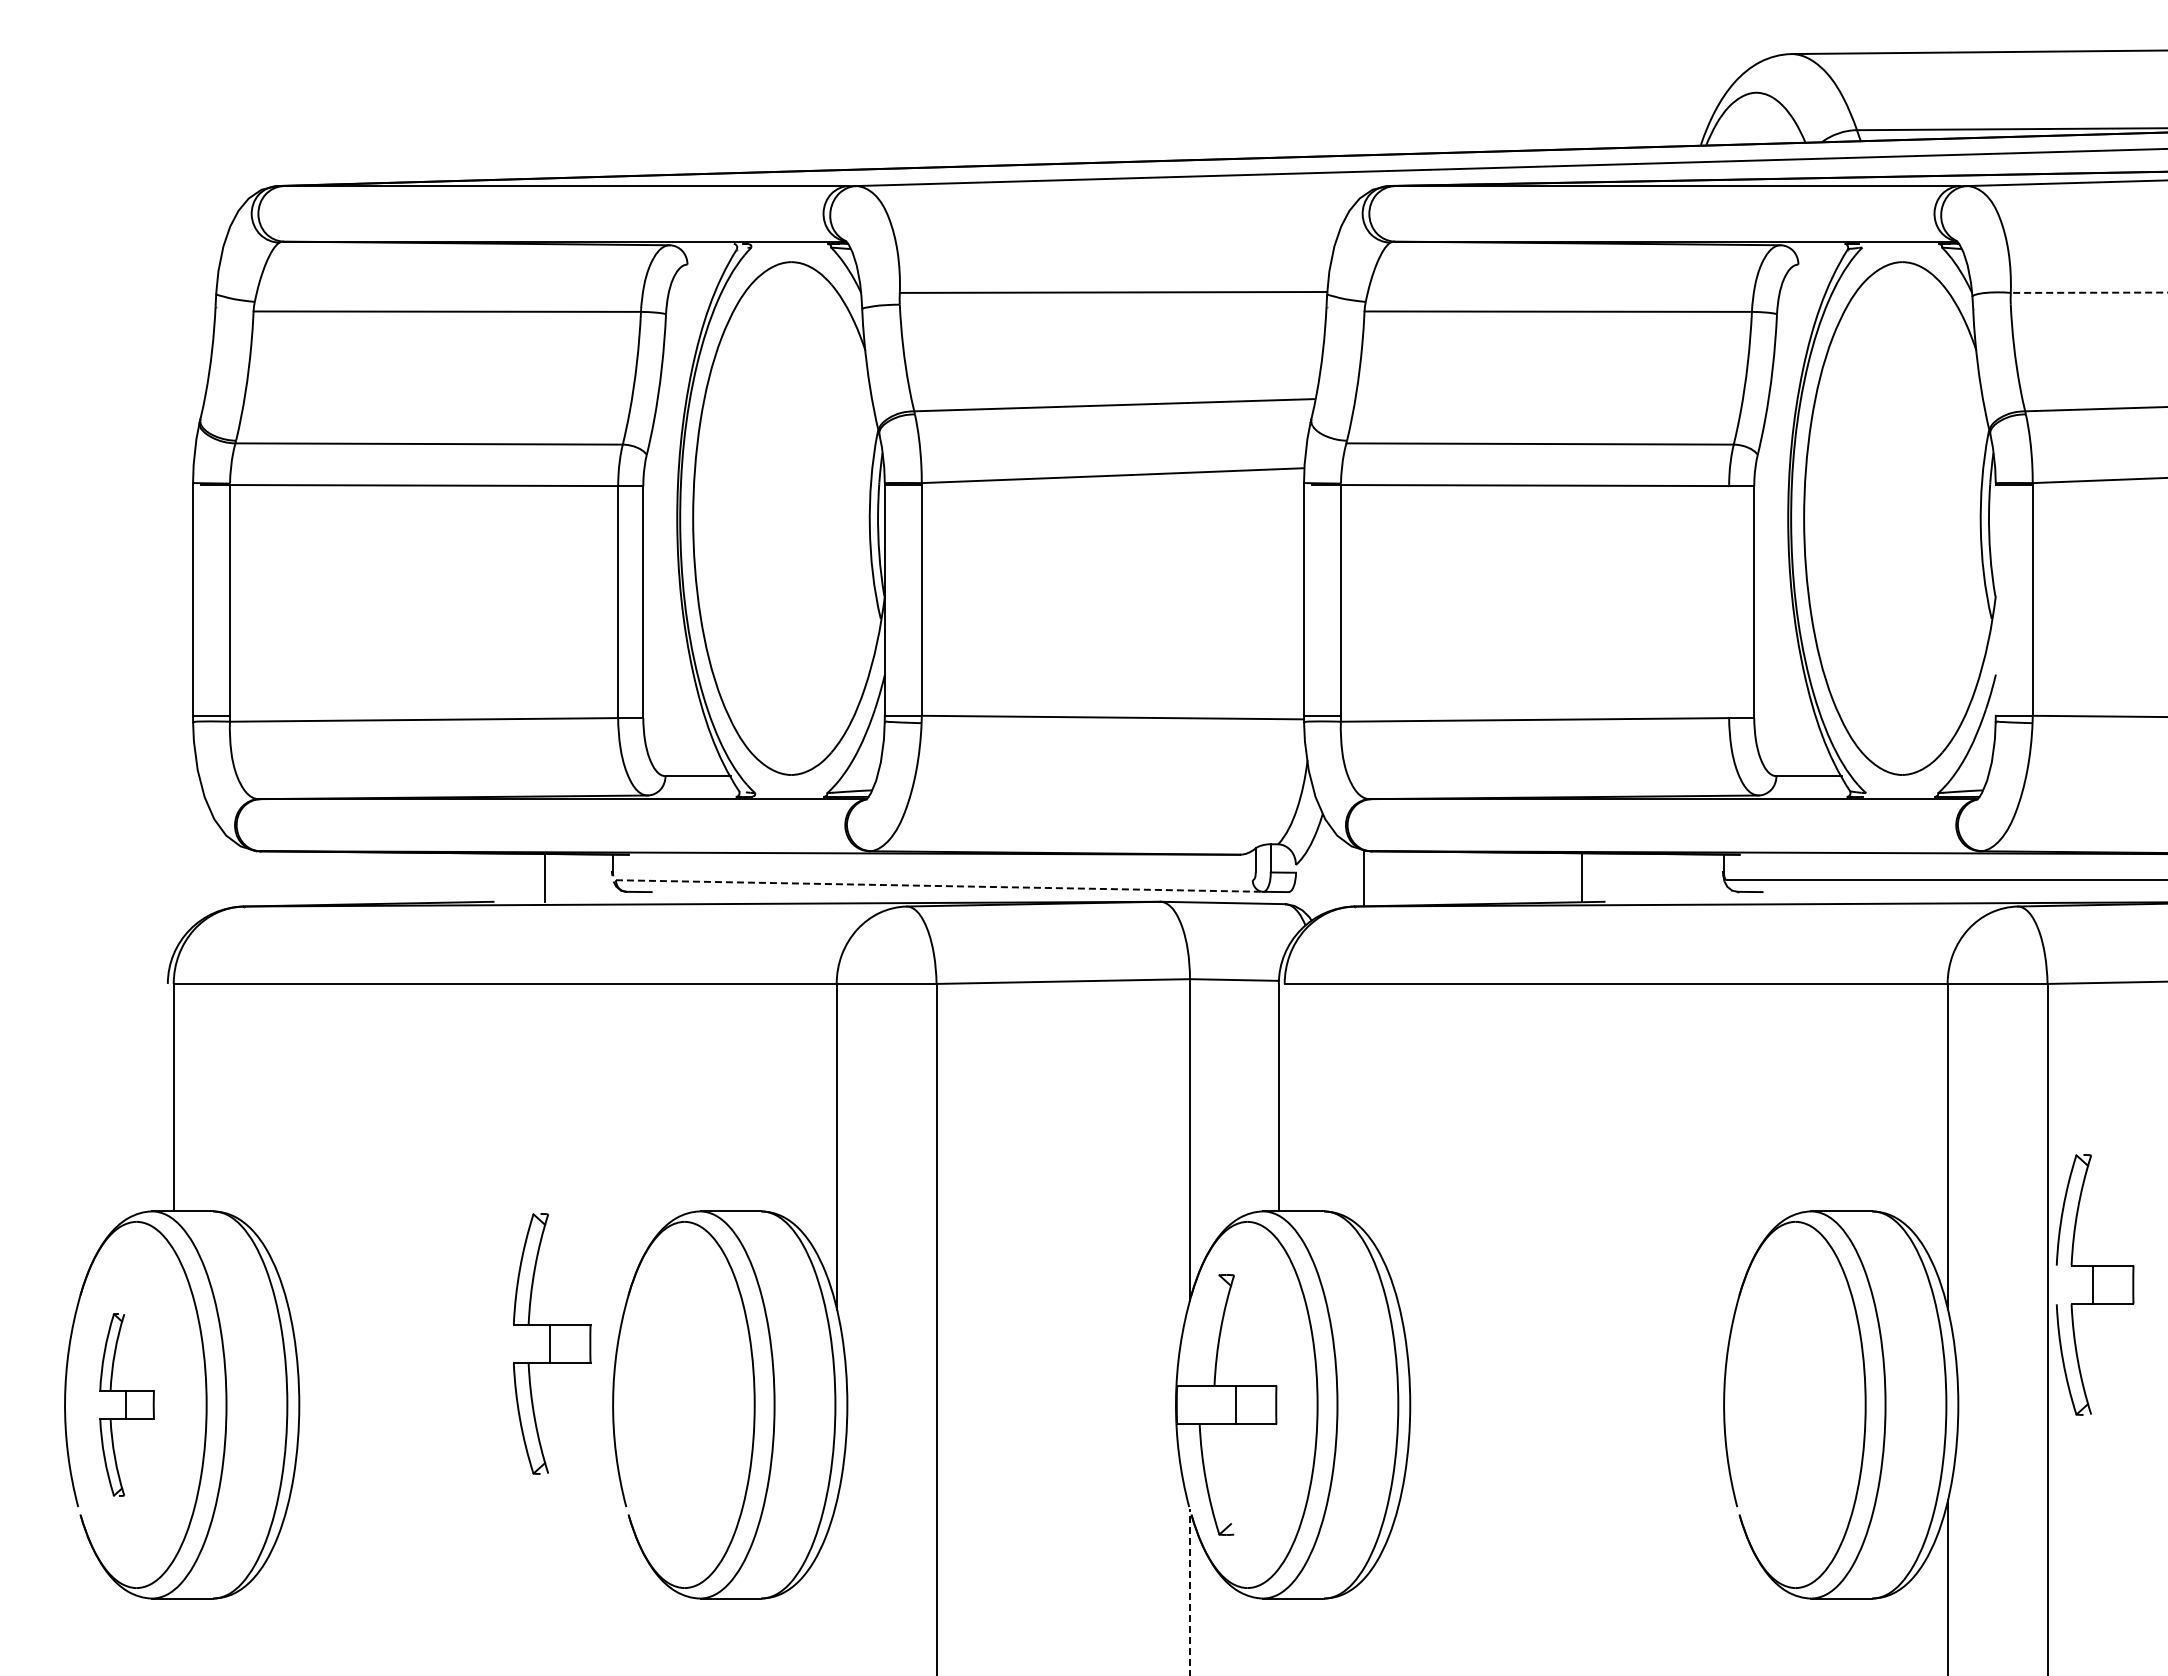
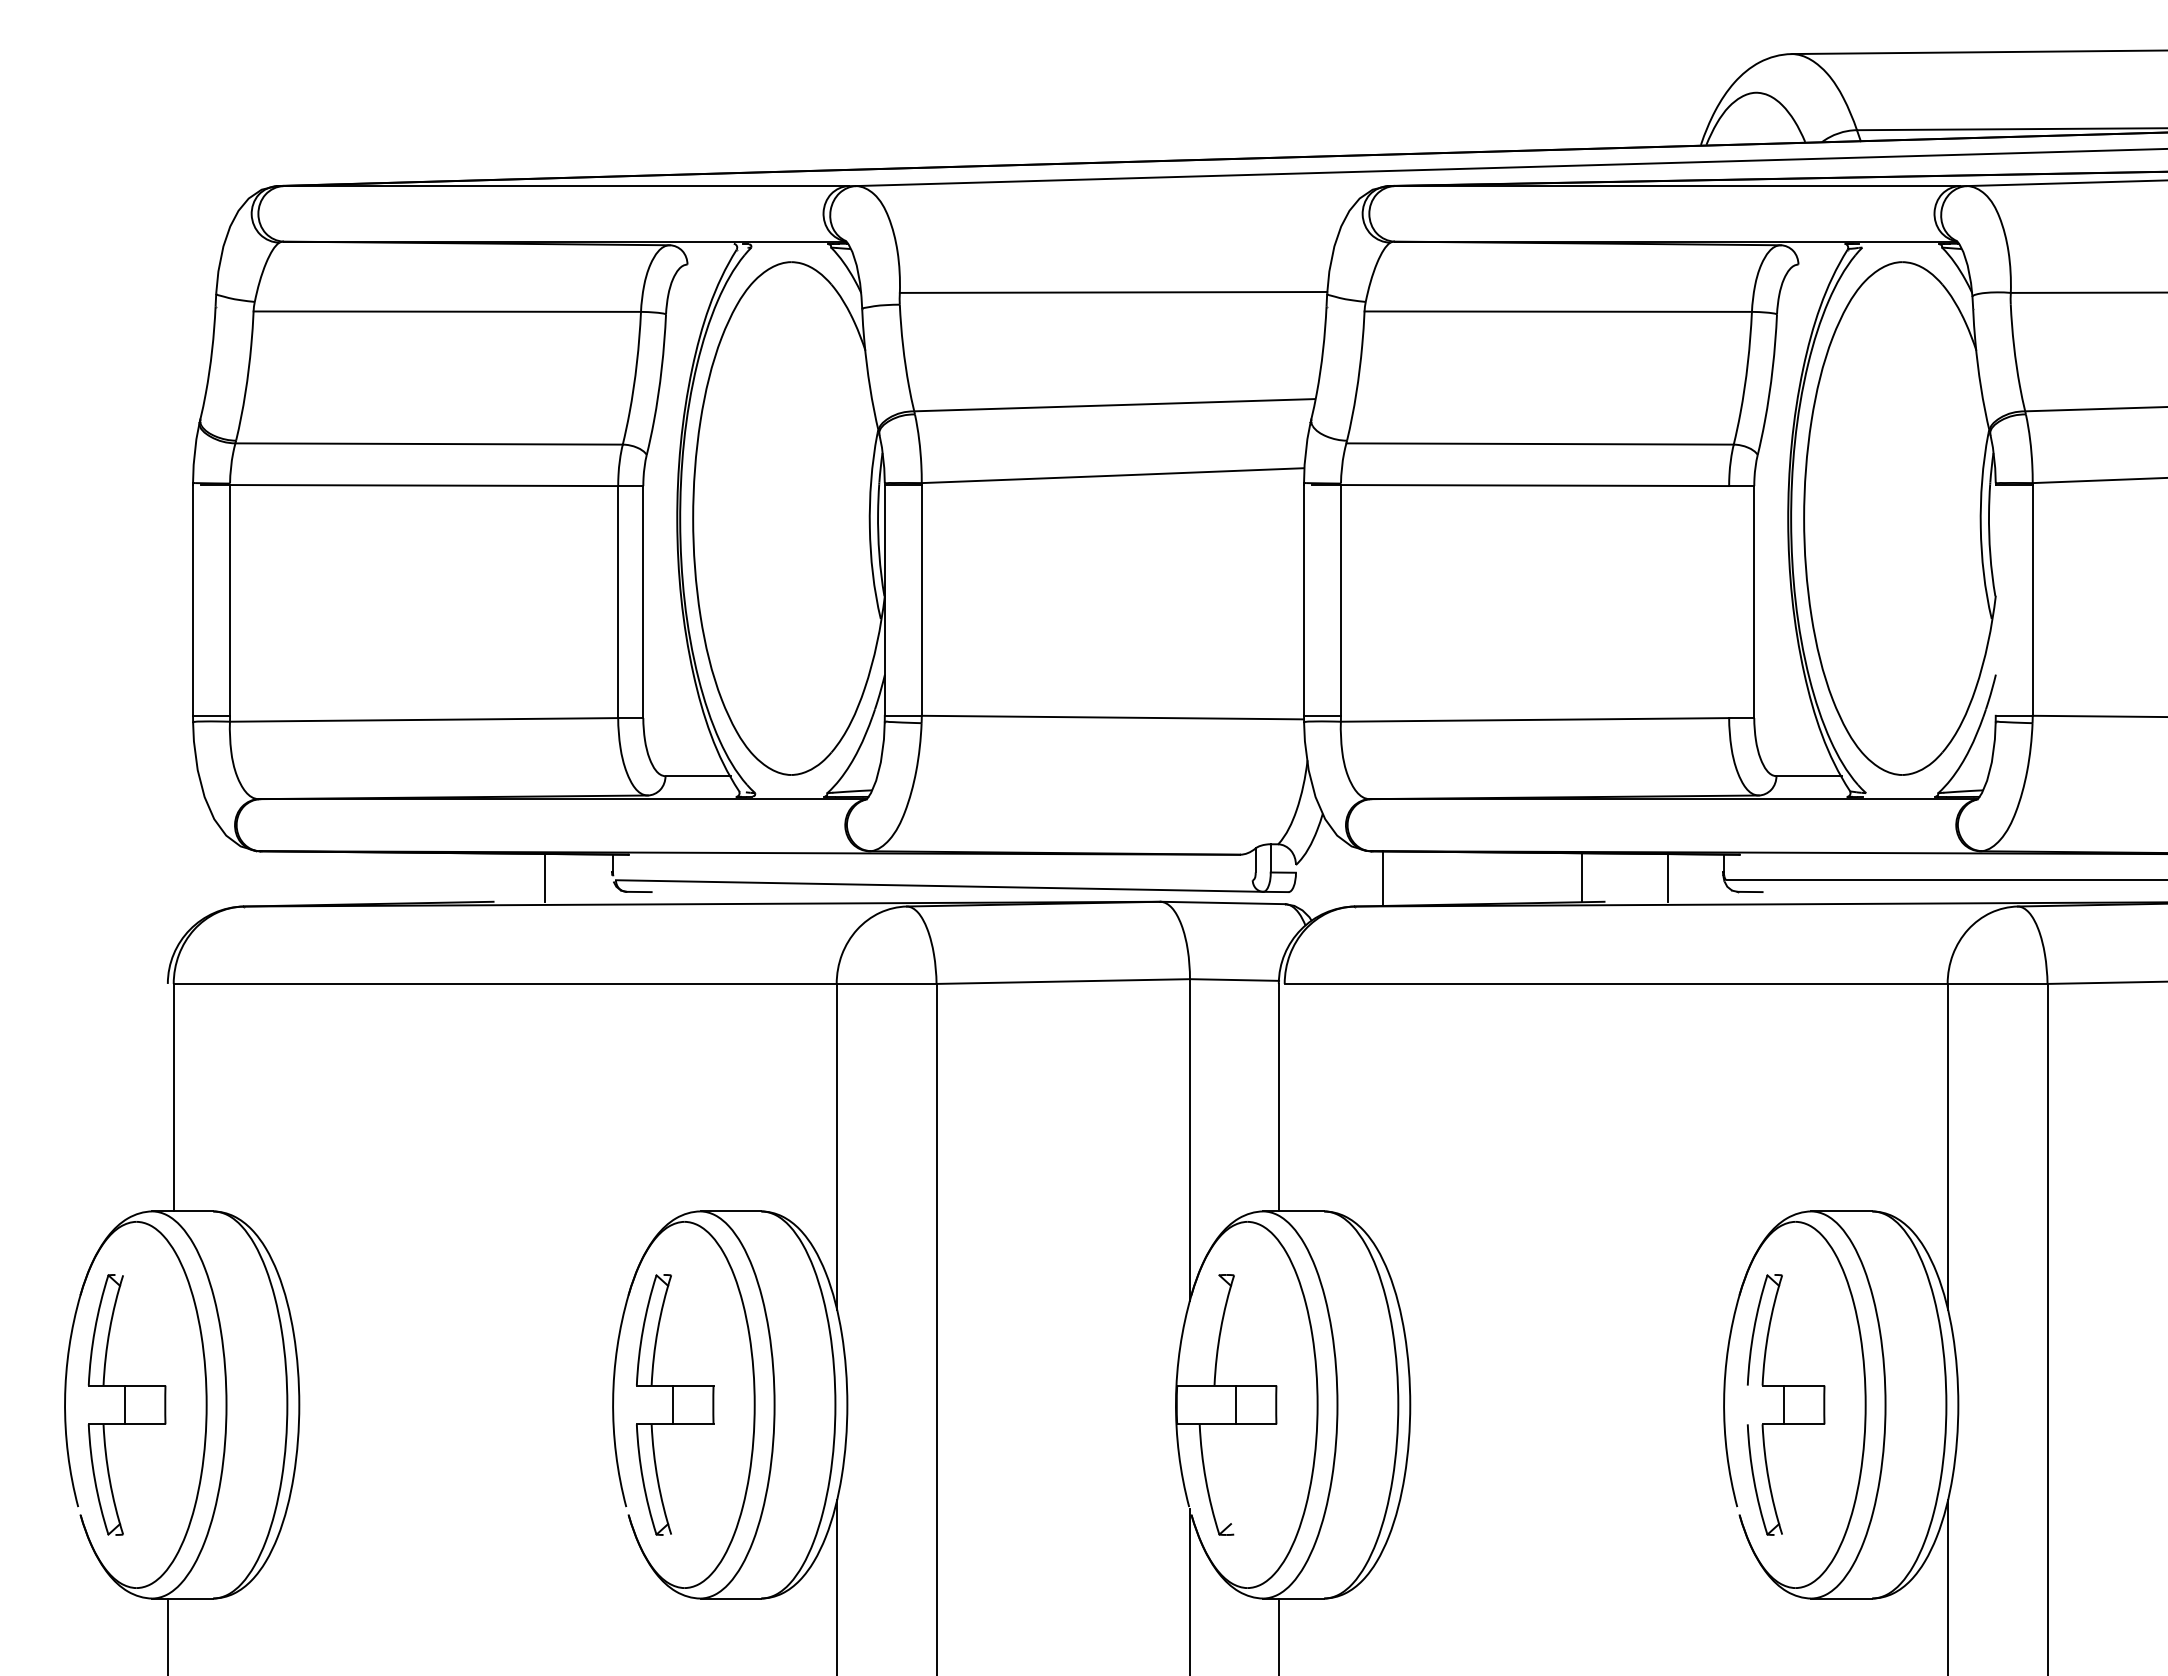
line at (2088, 292): dashed -> solid
line at (1667, 877): none -> present
line at (1364, 878) position: (1364, 878) -> (1383, 878)
line at (939, 886): dashed -> solid
part at (2094, 1284) position: (2094, 1284) -> (1785, 1404)
part at (552, 1343) position: (552, 1343) -> (675, 1404)
part at (126, 1404) size: 56x184 px -> 80x262 px
line at (836, 1586): none -> present
line at (1189, 1591): dashed -> solid
line at (167, 1635): none -> present
line at (1278, 1635): none -> present
